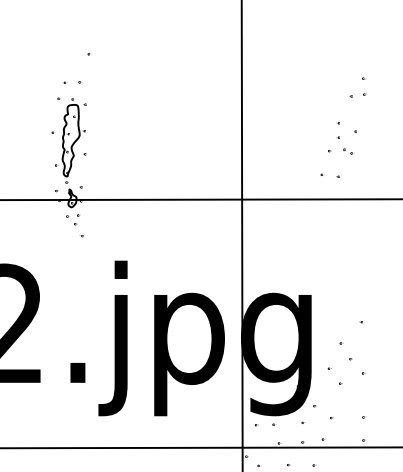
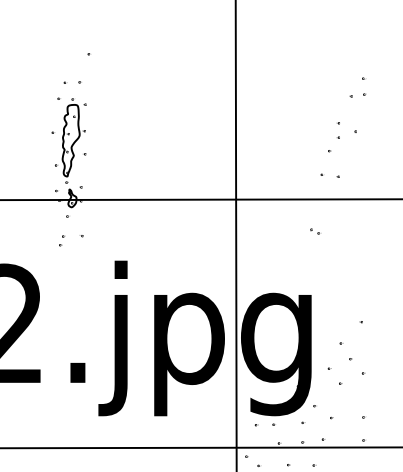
part at (348, 151) position: (348, 151) -> (315, 231)
part at (77, 219) position: (77, 219) -> (62, 240)
line at (241, 235) position: (241, 235) -> (235, 235)
